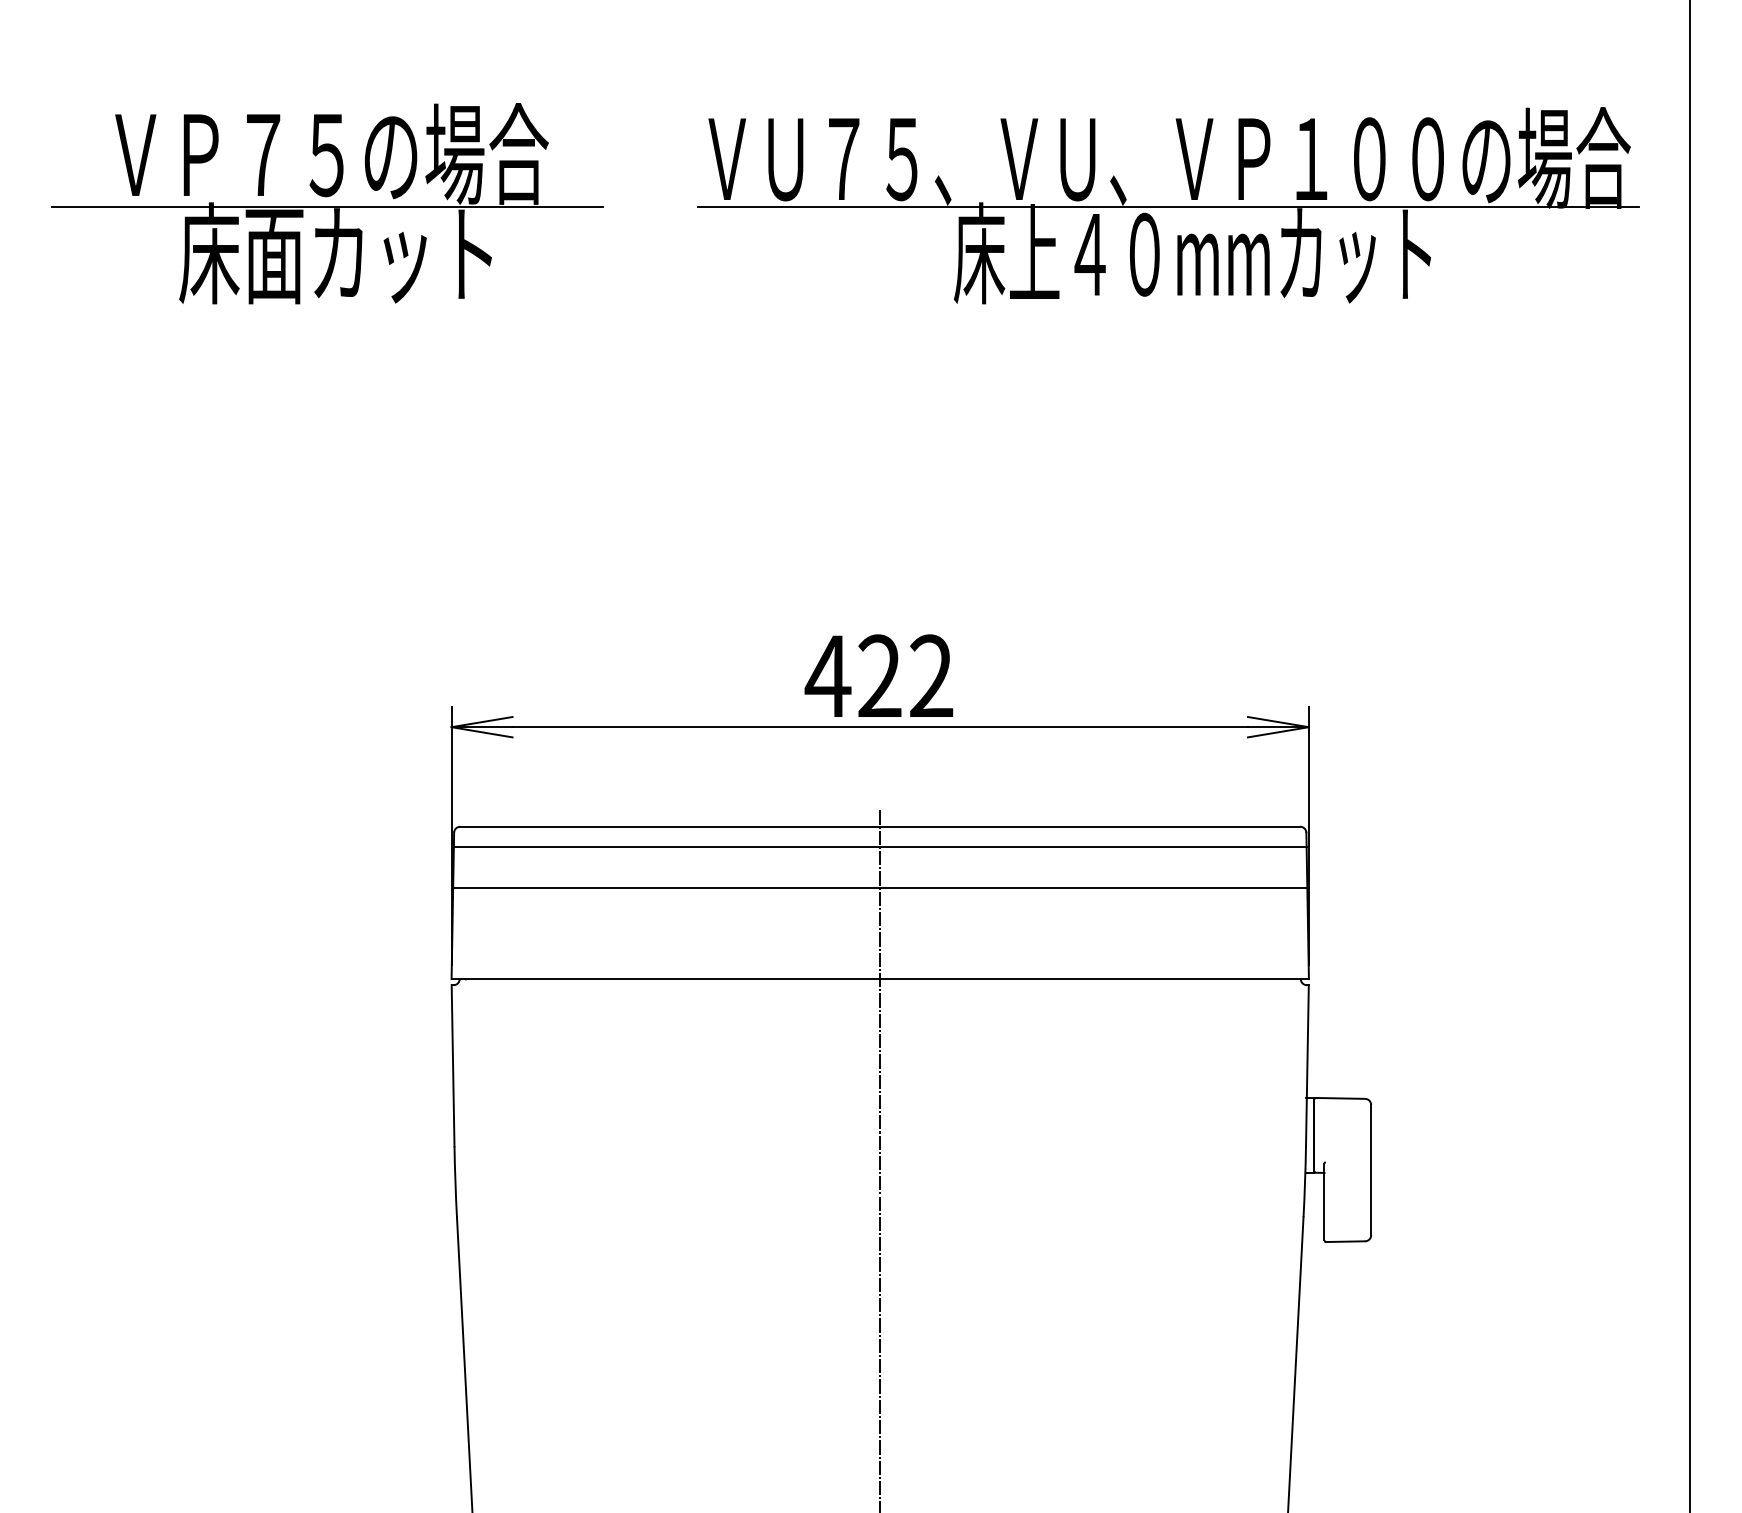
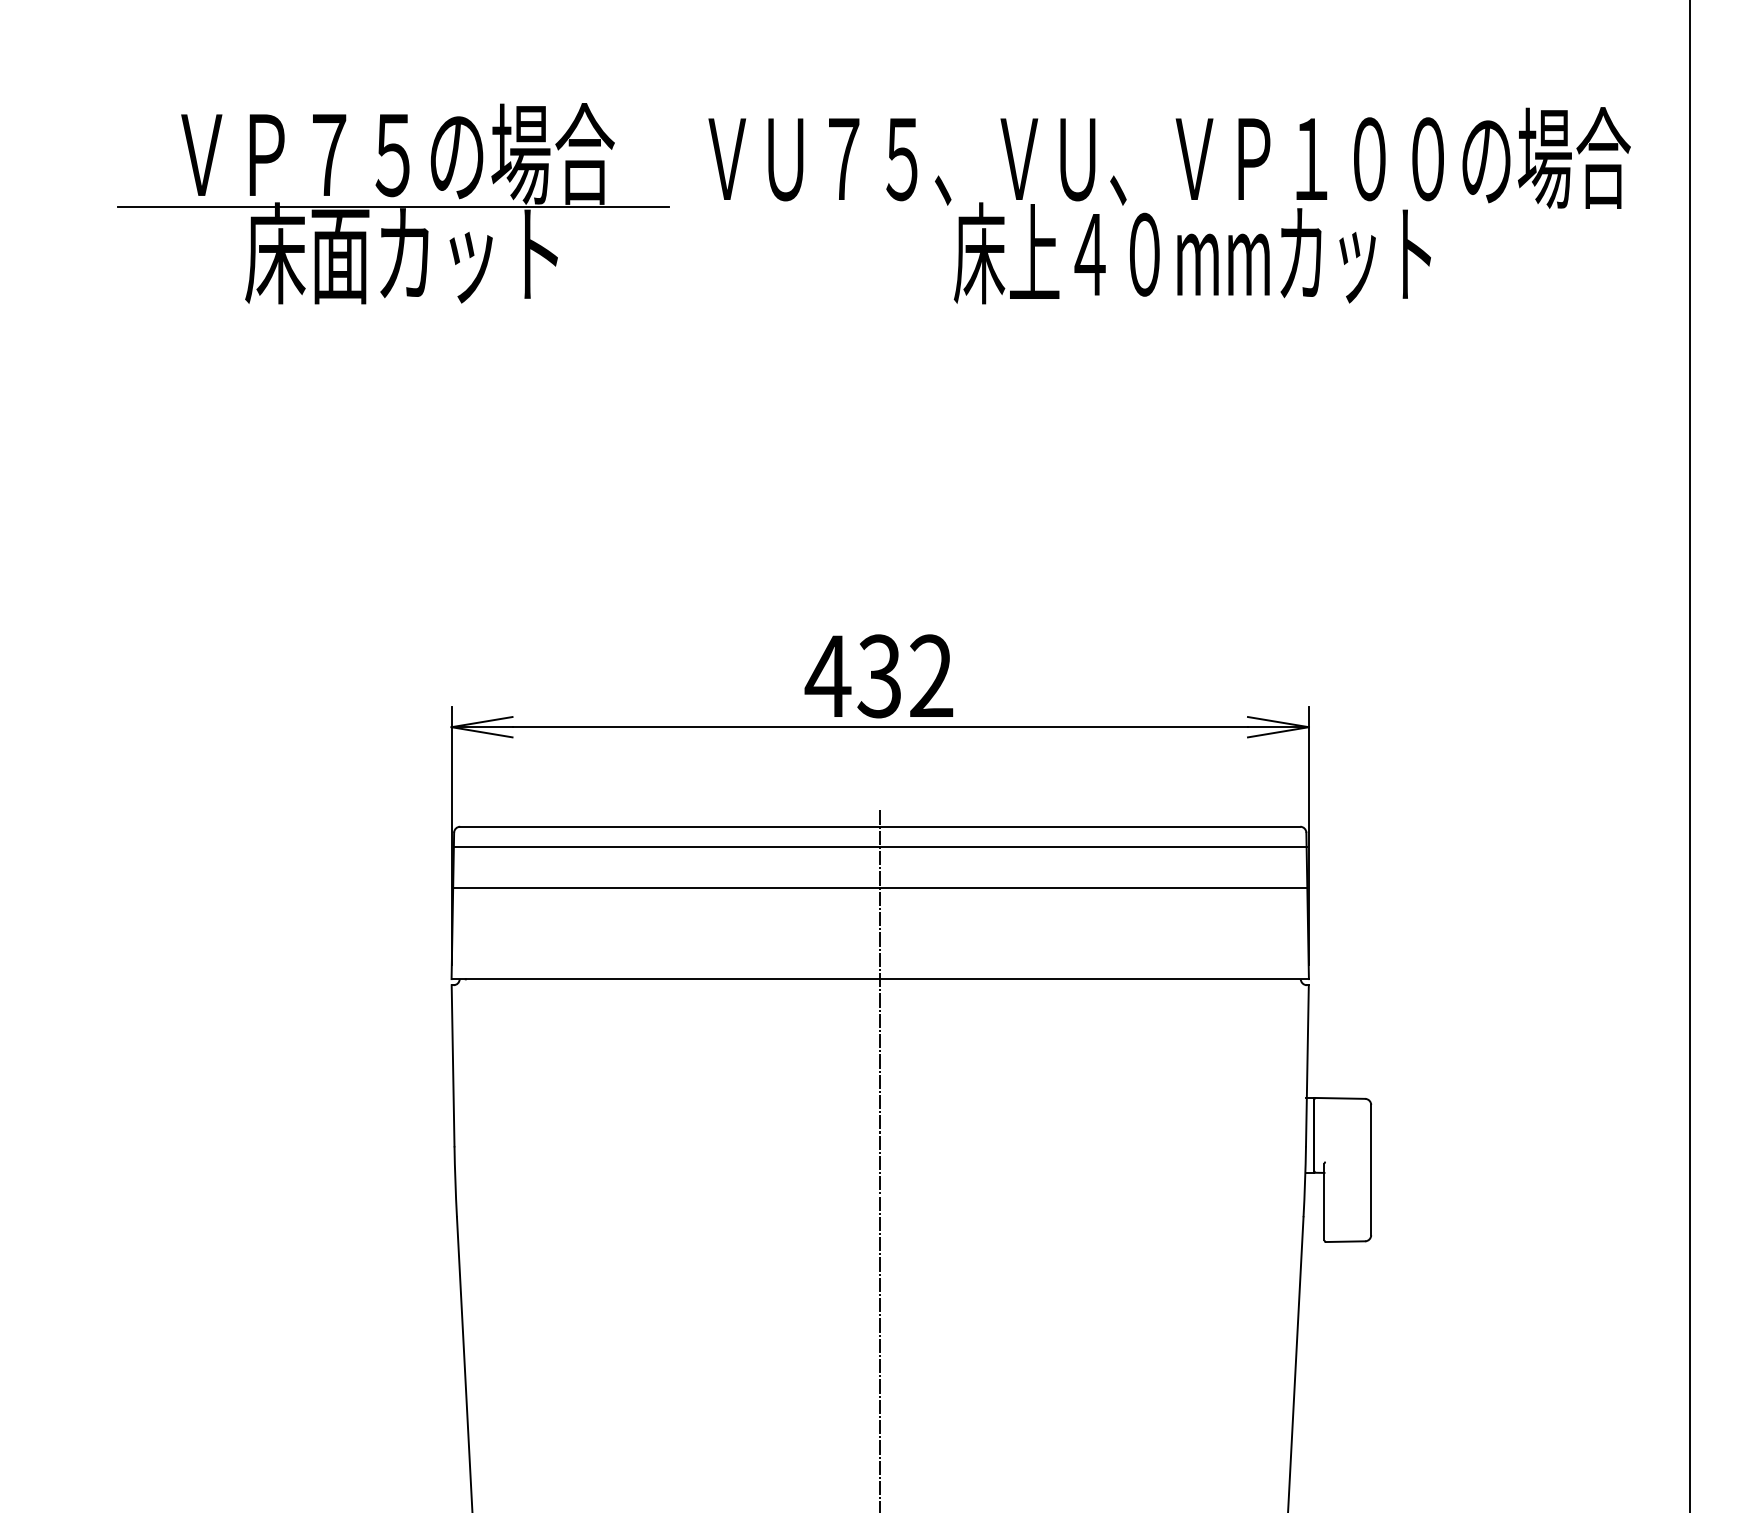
part at (327, 203) position: (327, 203) -> (393, 203)
line at (1168, 207): present -> none
text at (879, 676): 422 -> 432
